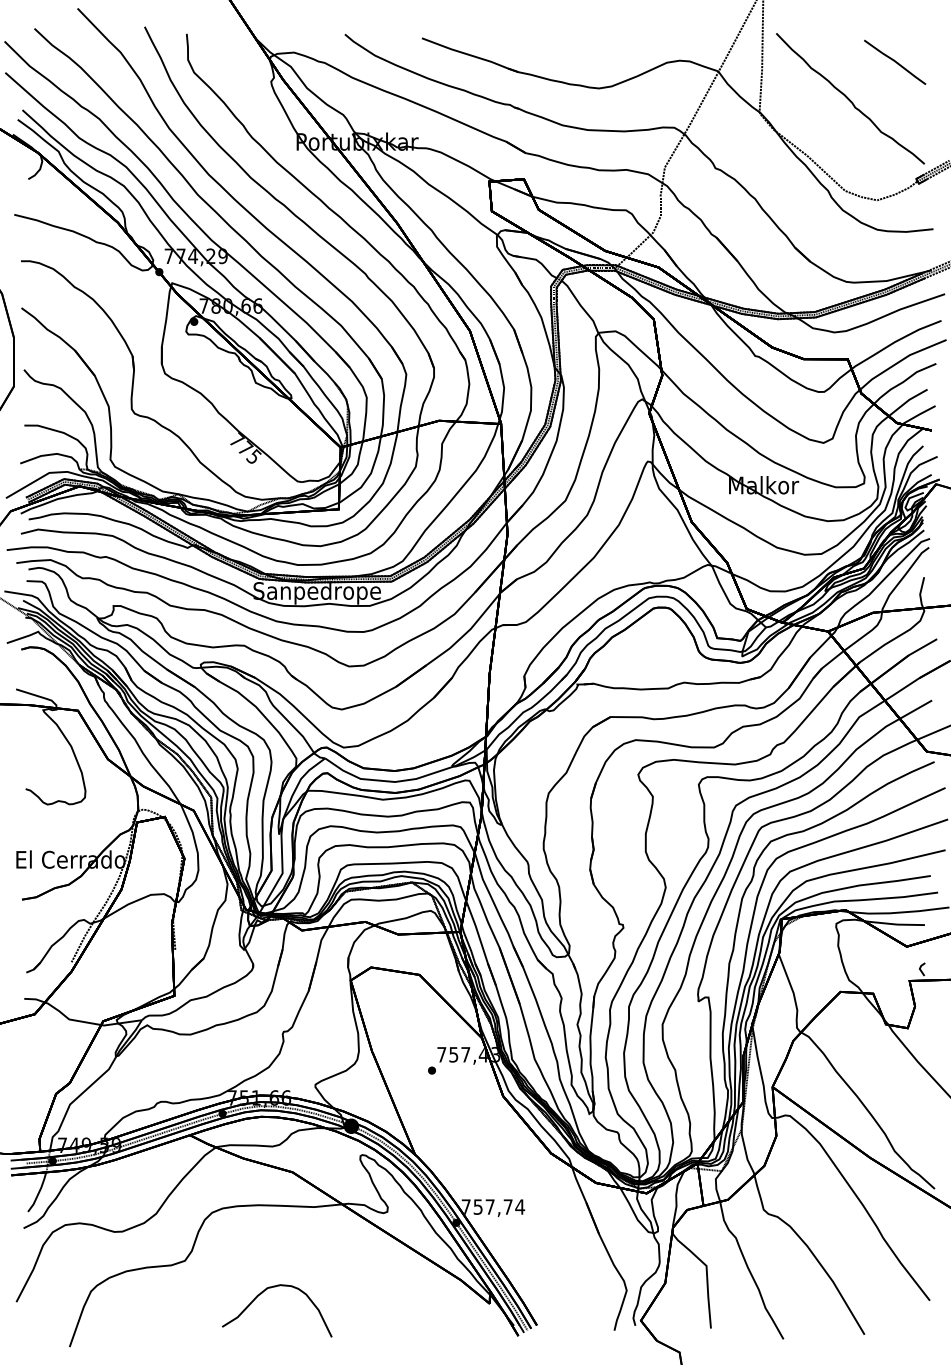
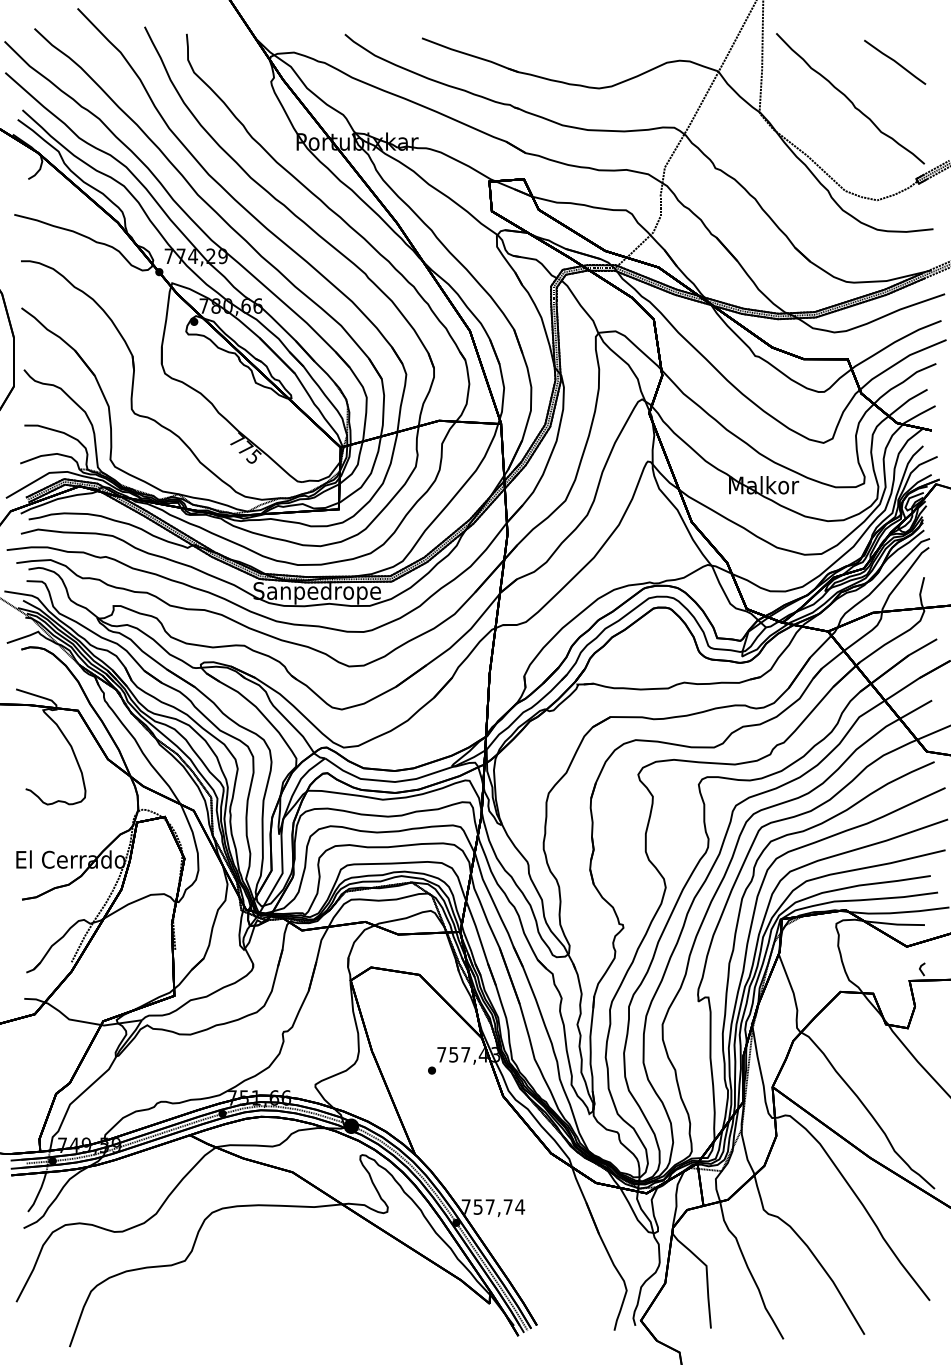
curve at (261, 1294): present -> none
